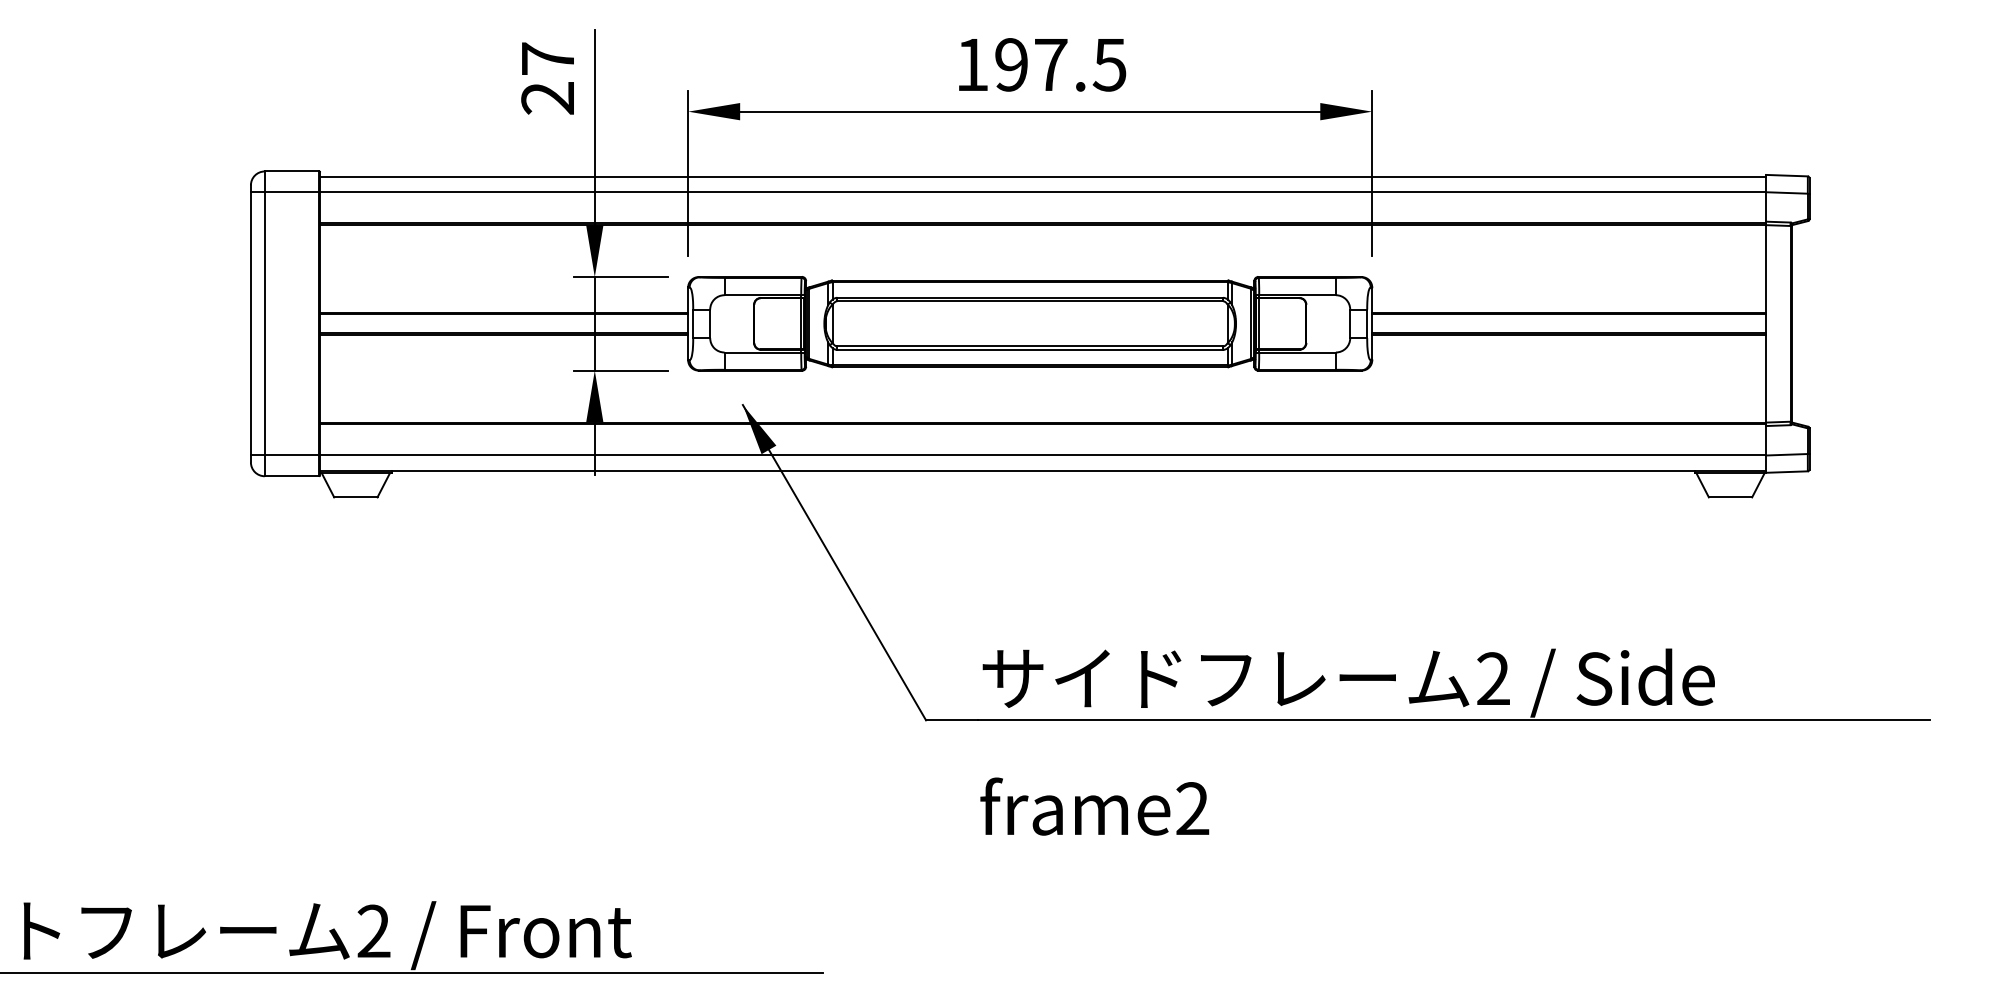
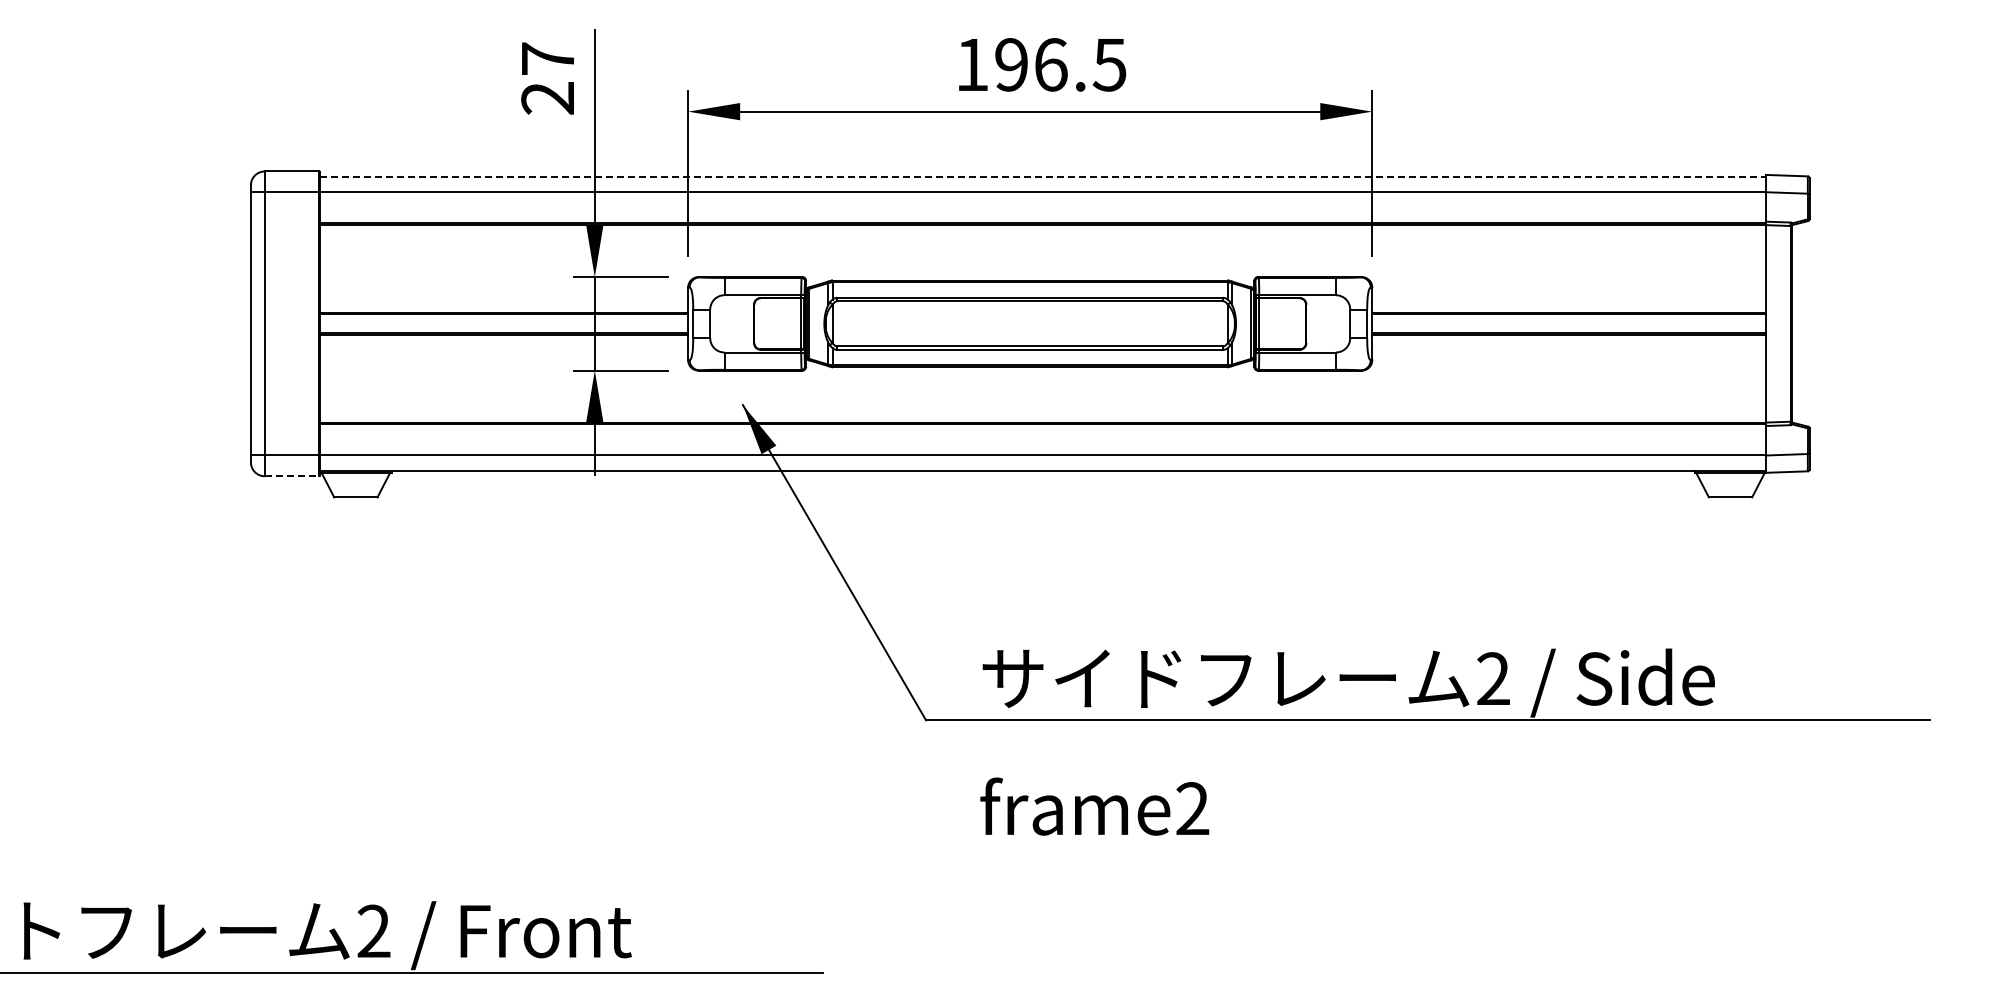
text at (1051, 64): 197.5 -> 196.5
line at (1043, 176): solid -> dashed
line at (292, 476): solid -> dashed
